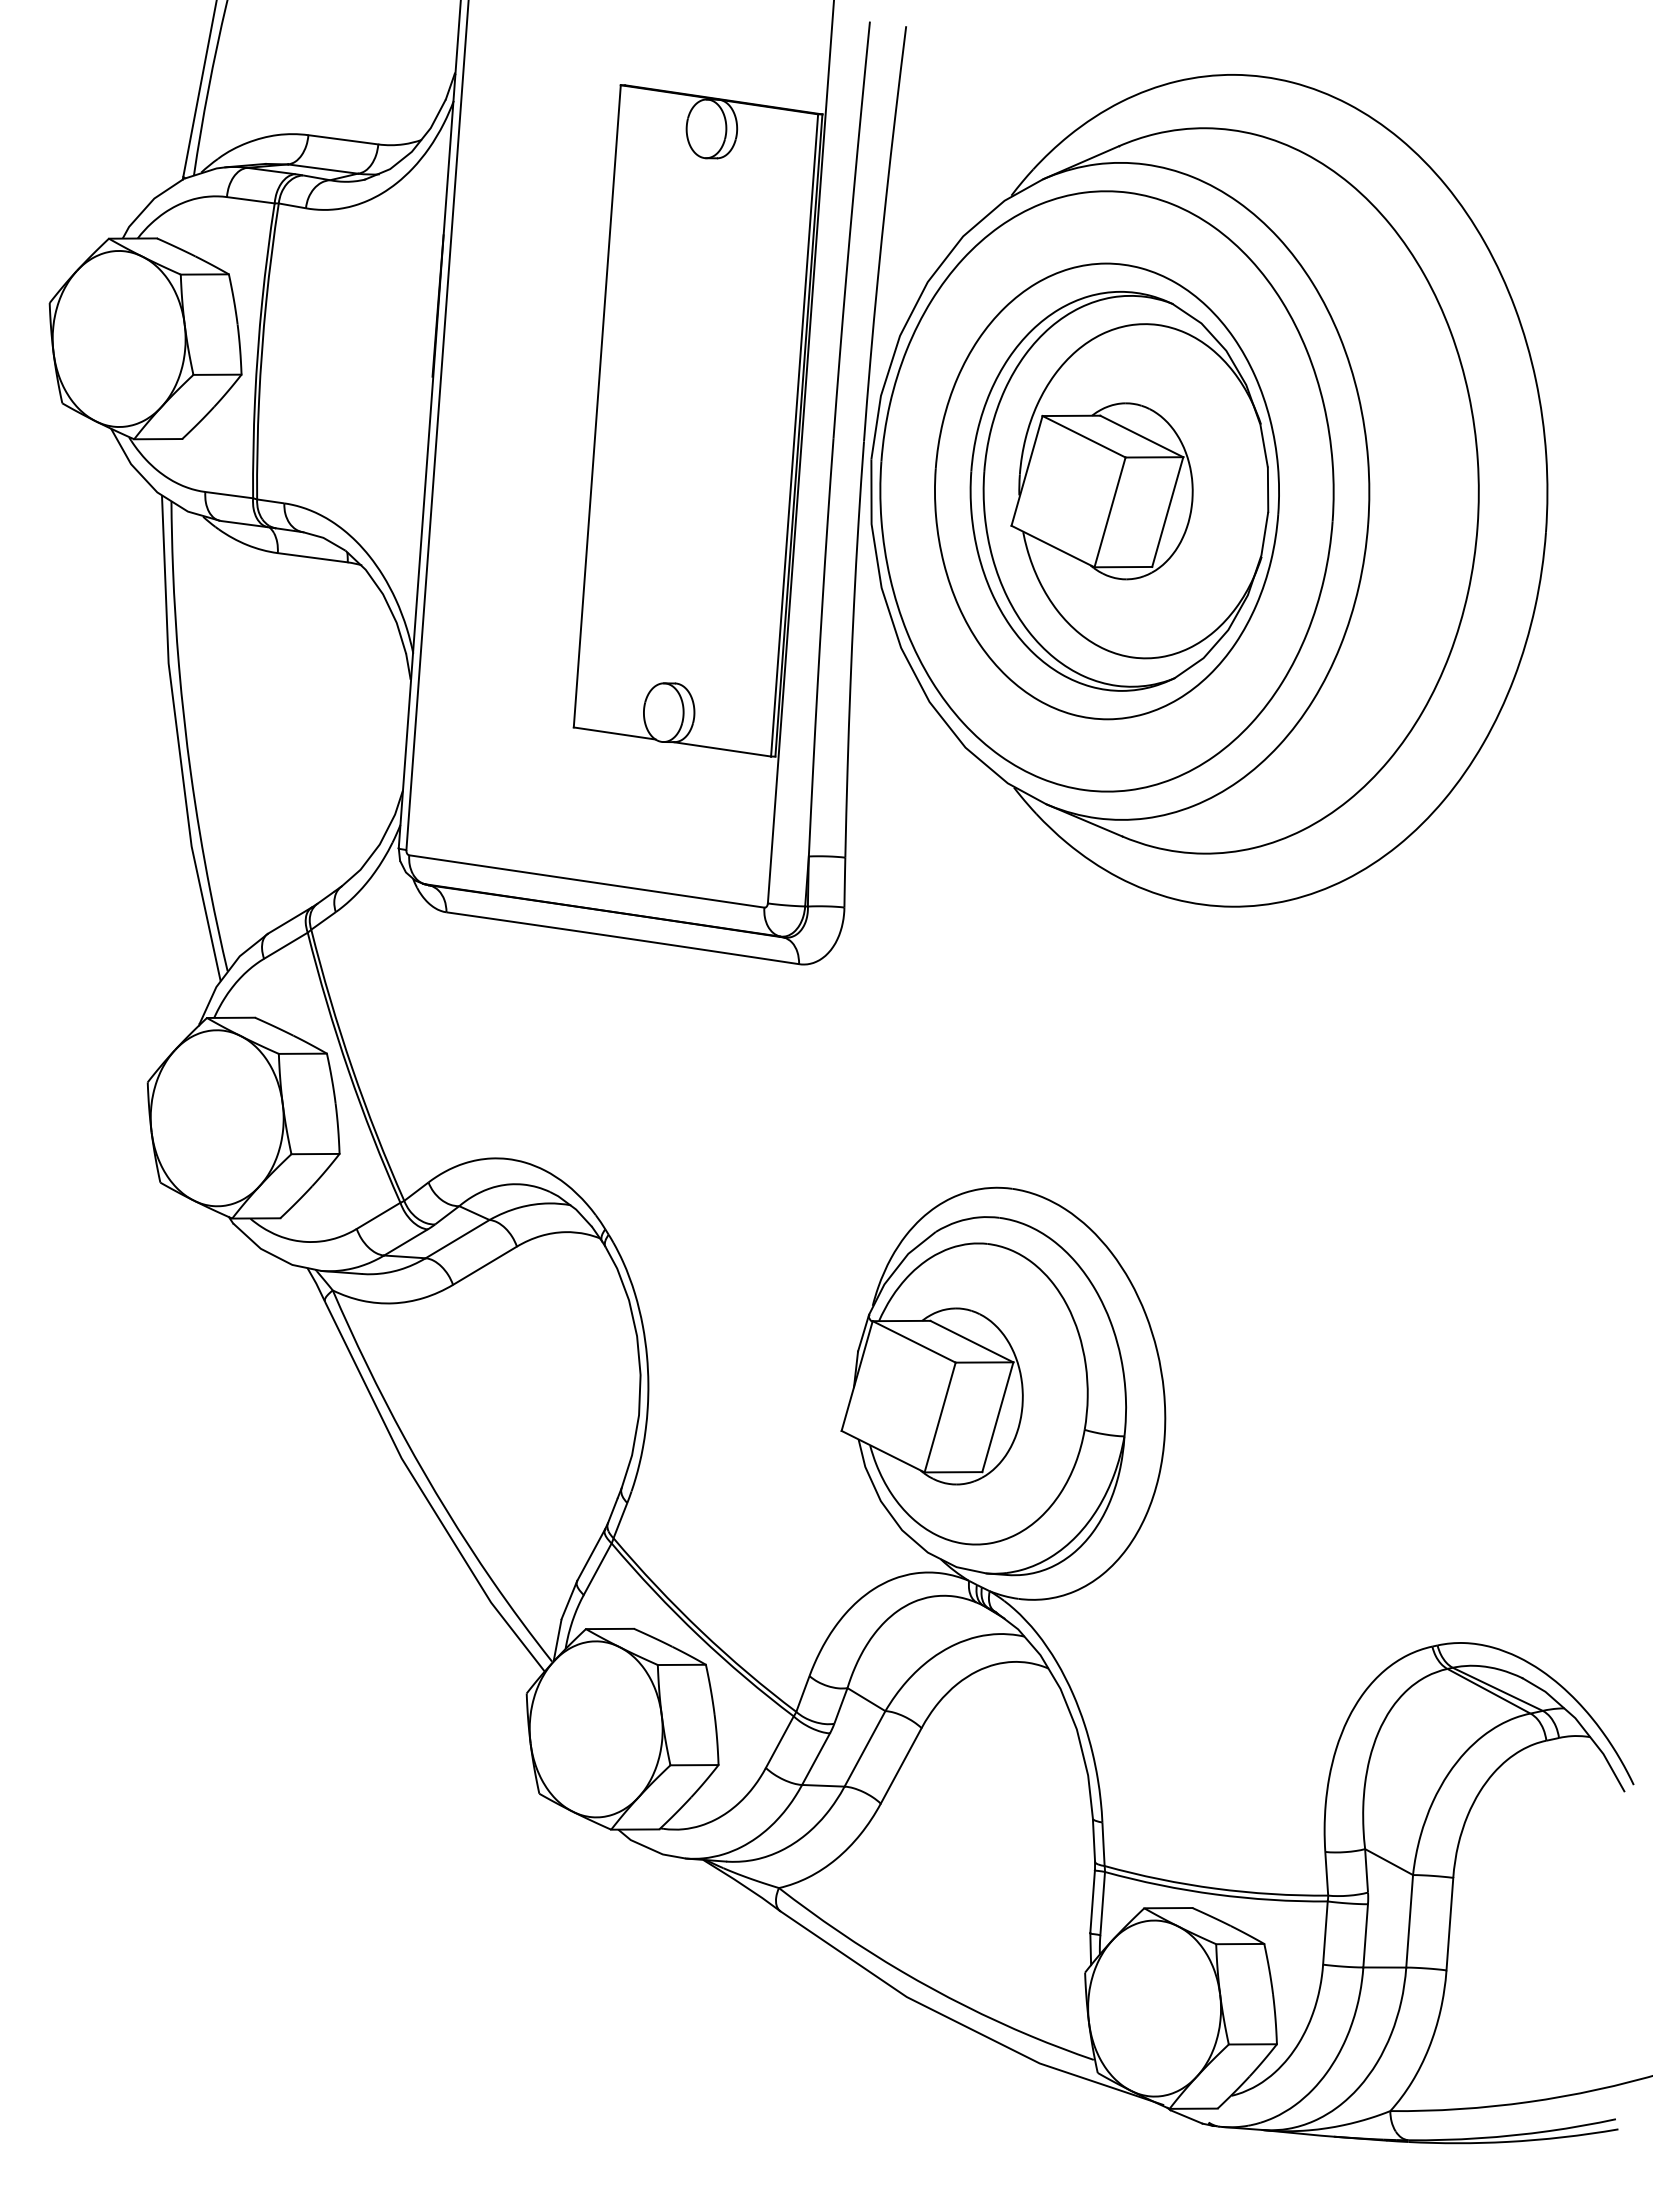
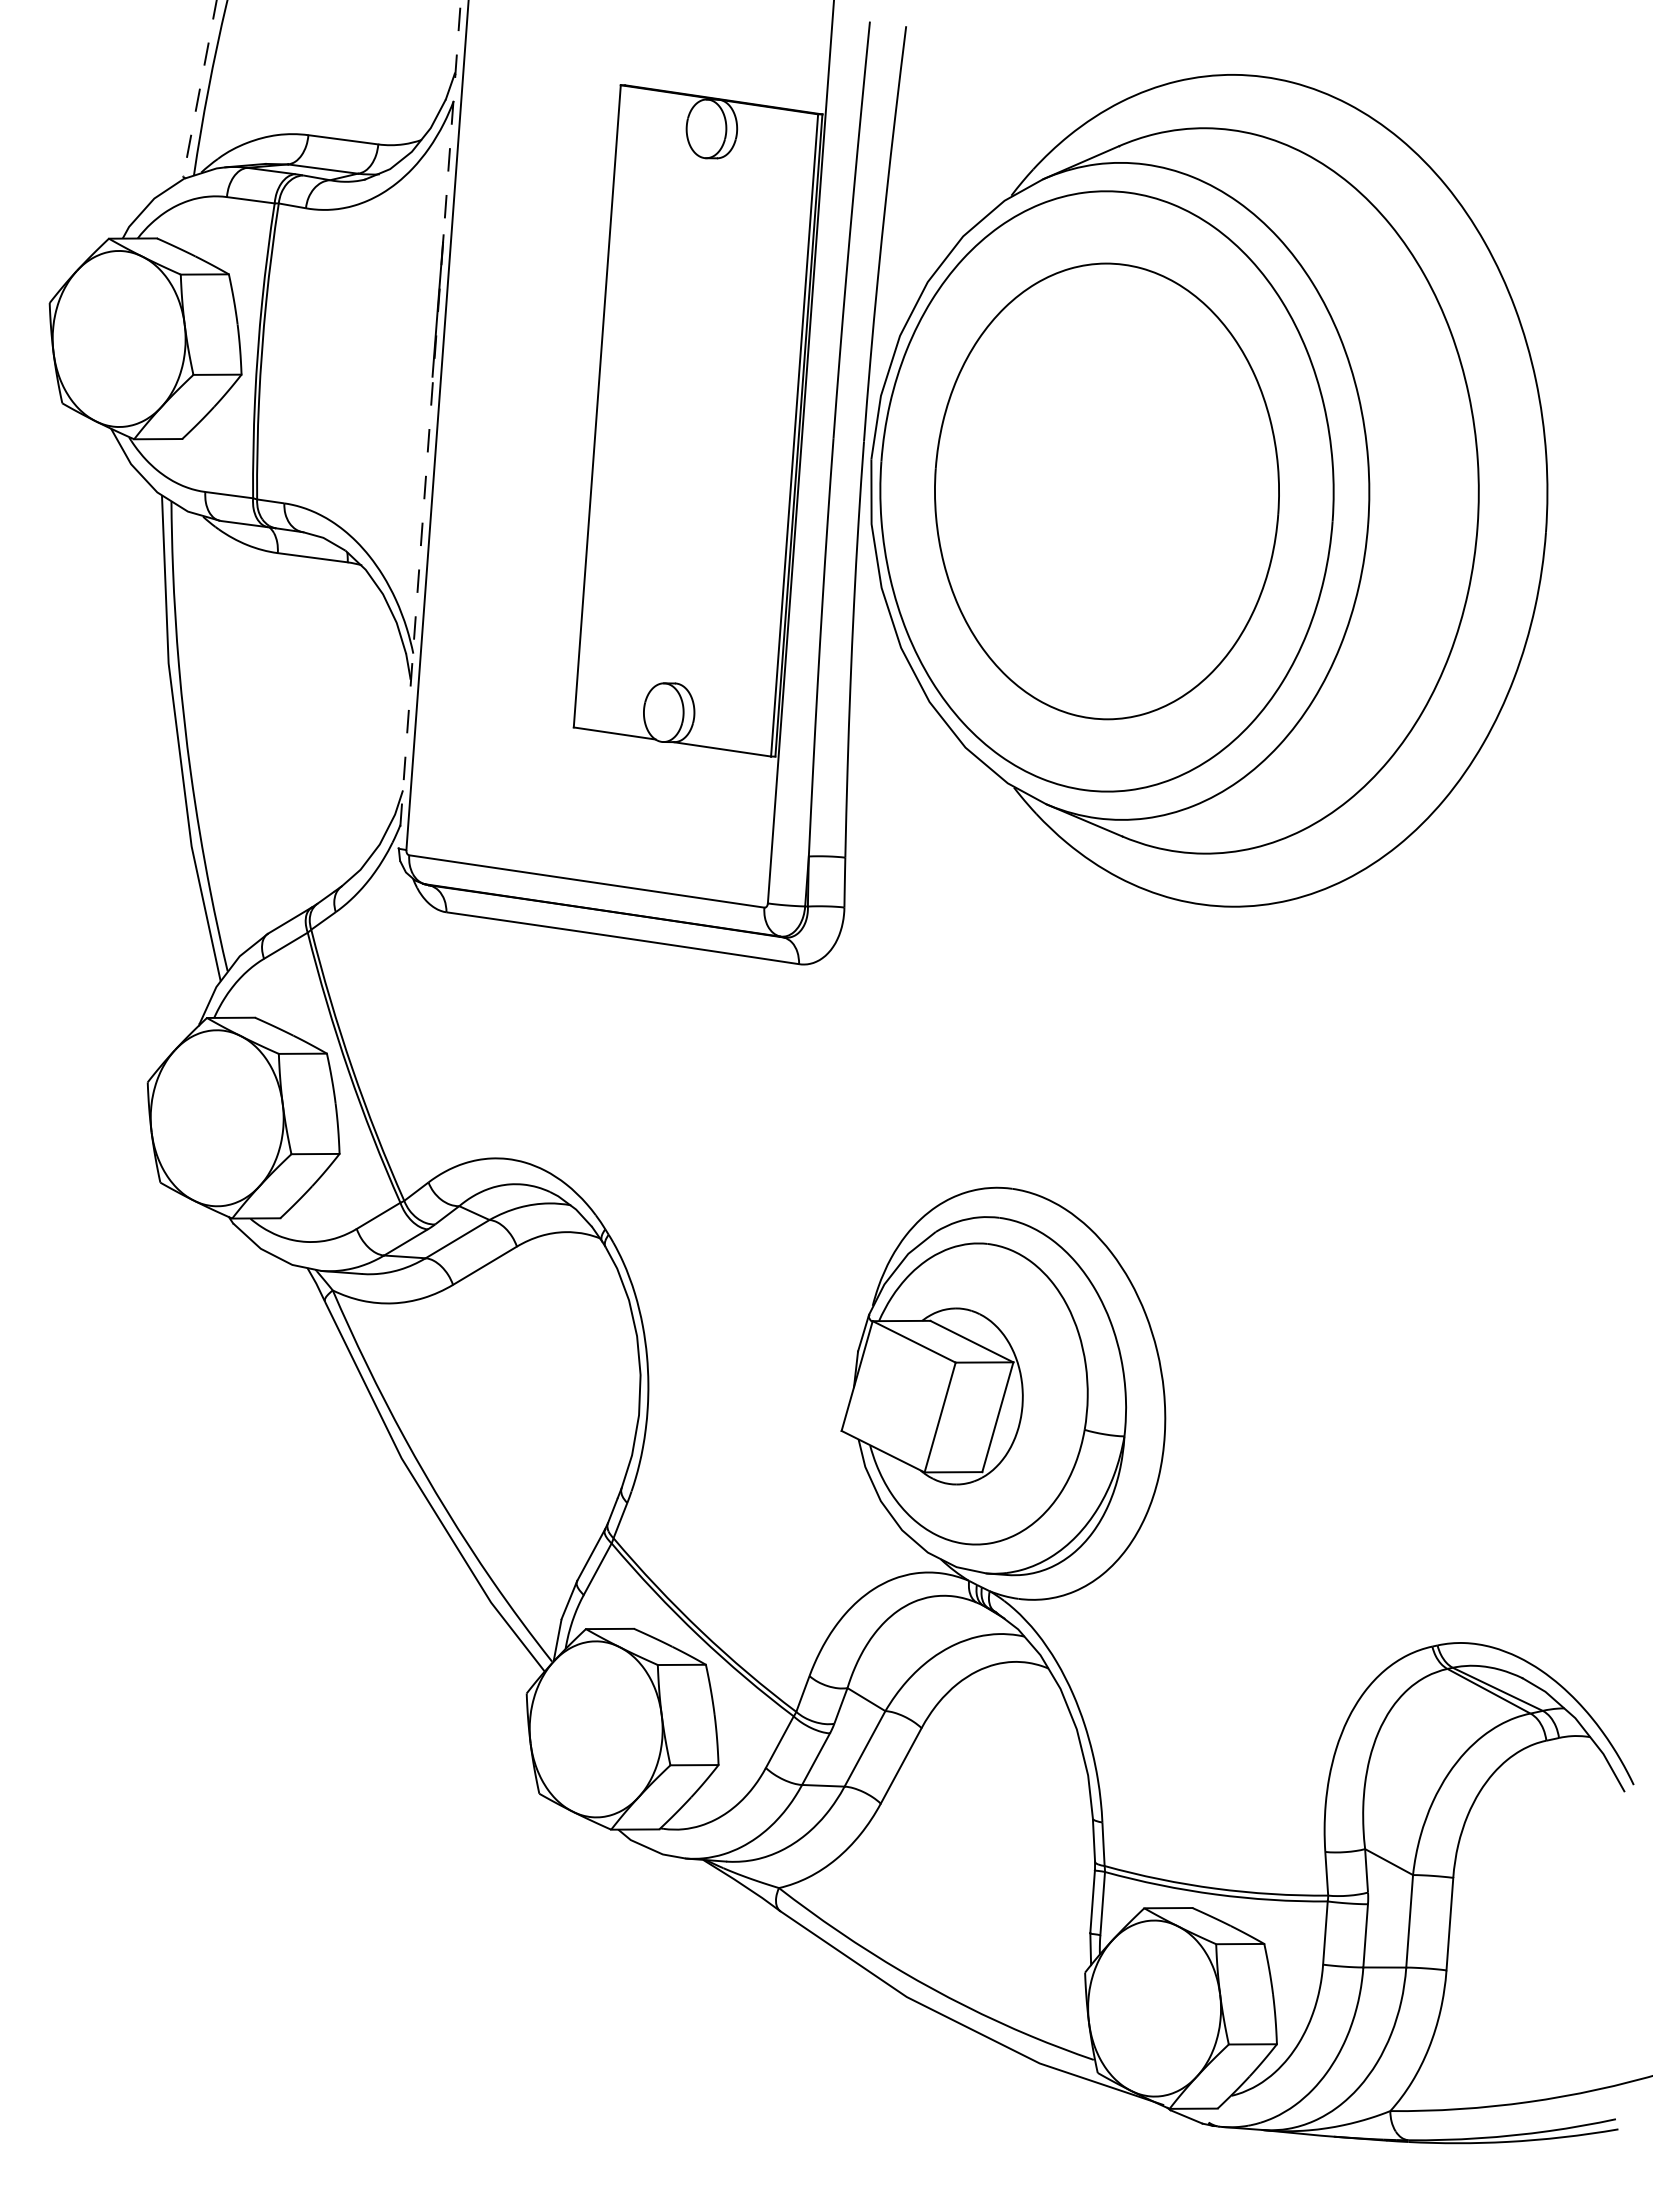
line at (199, 90): solid -> dashed
line at (429, 424): solid -> dashed
part at (1119, 491): present -> none
